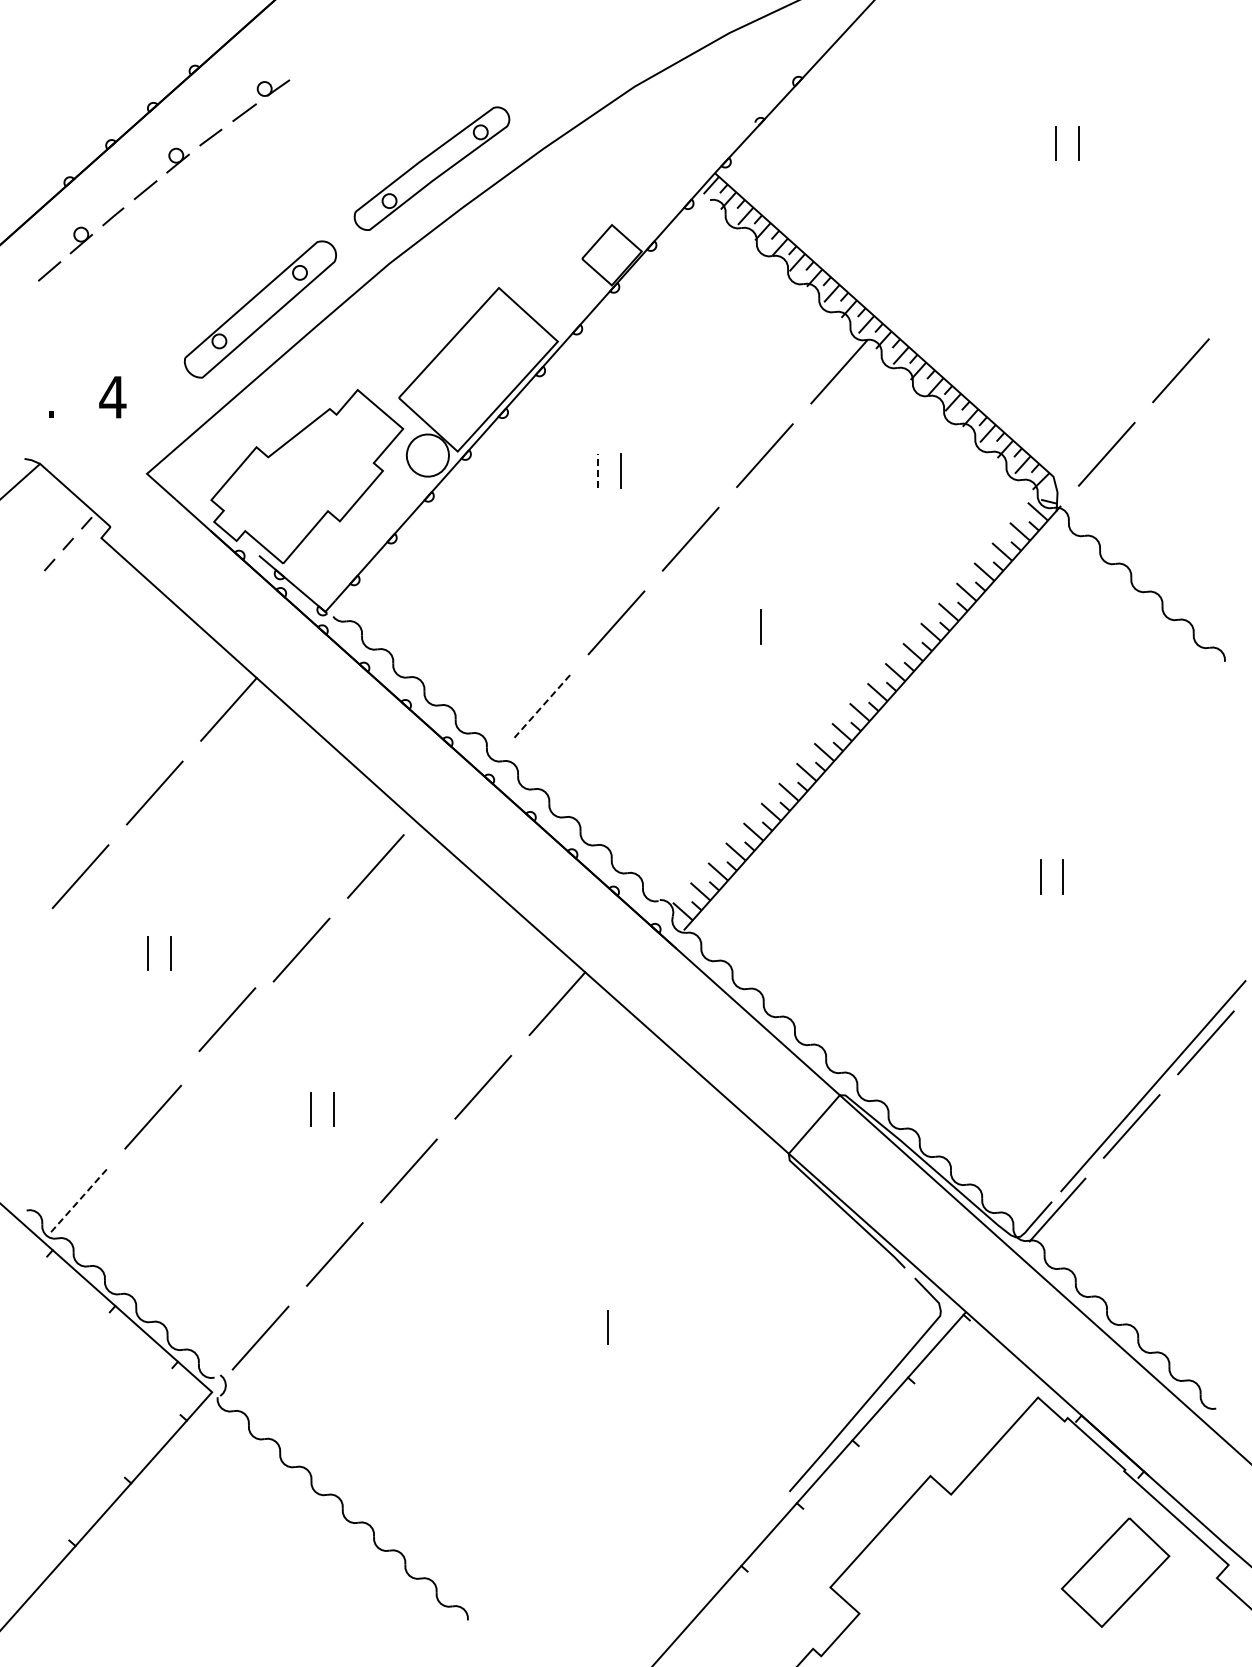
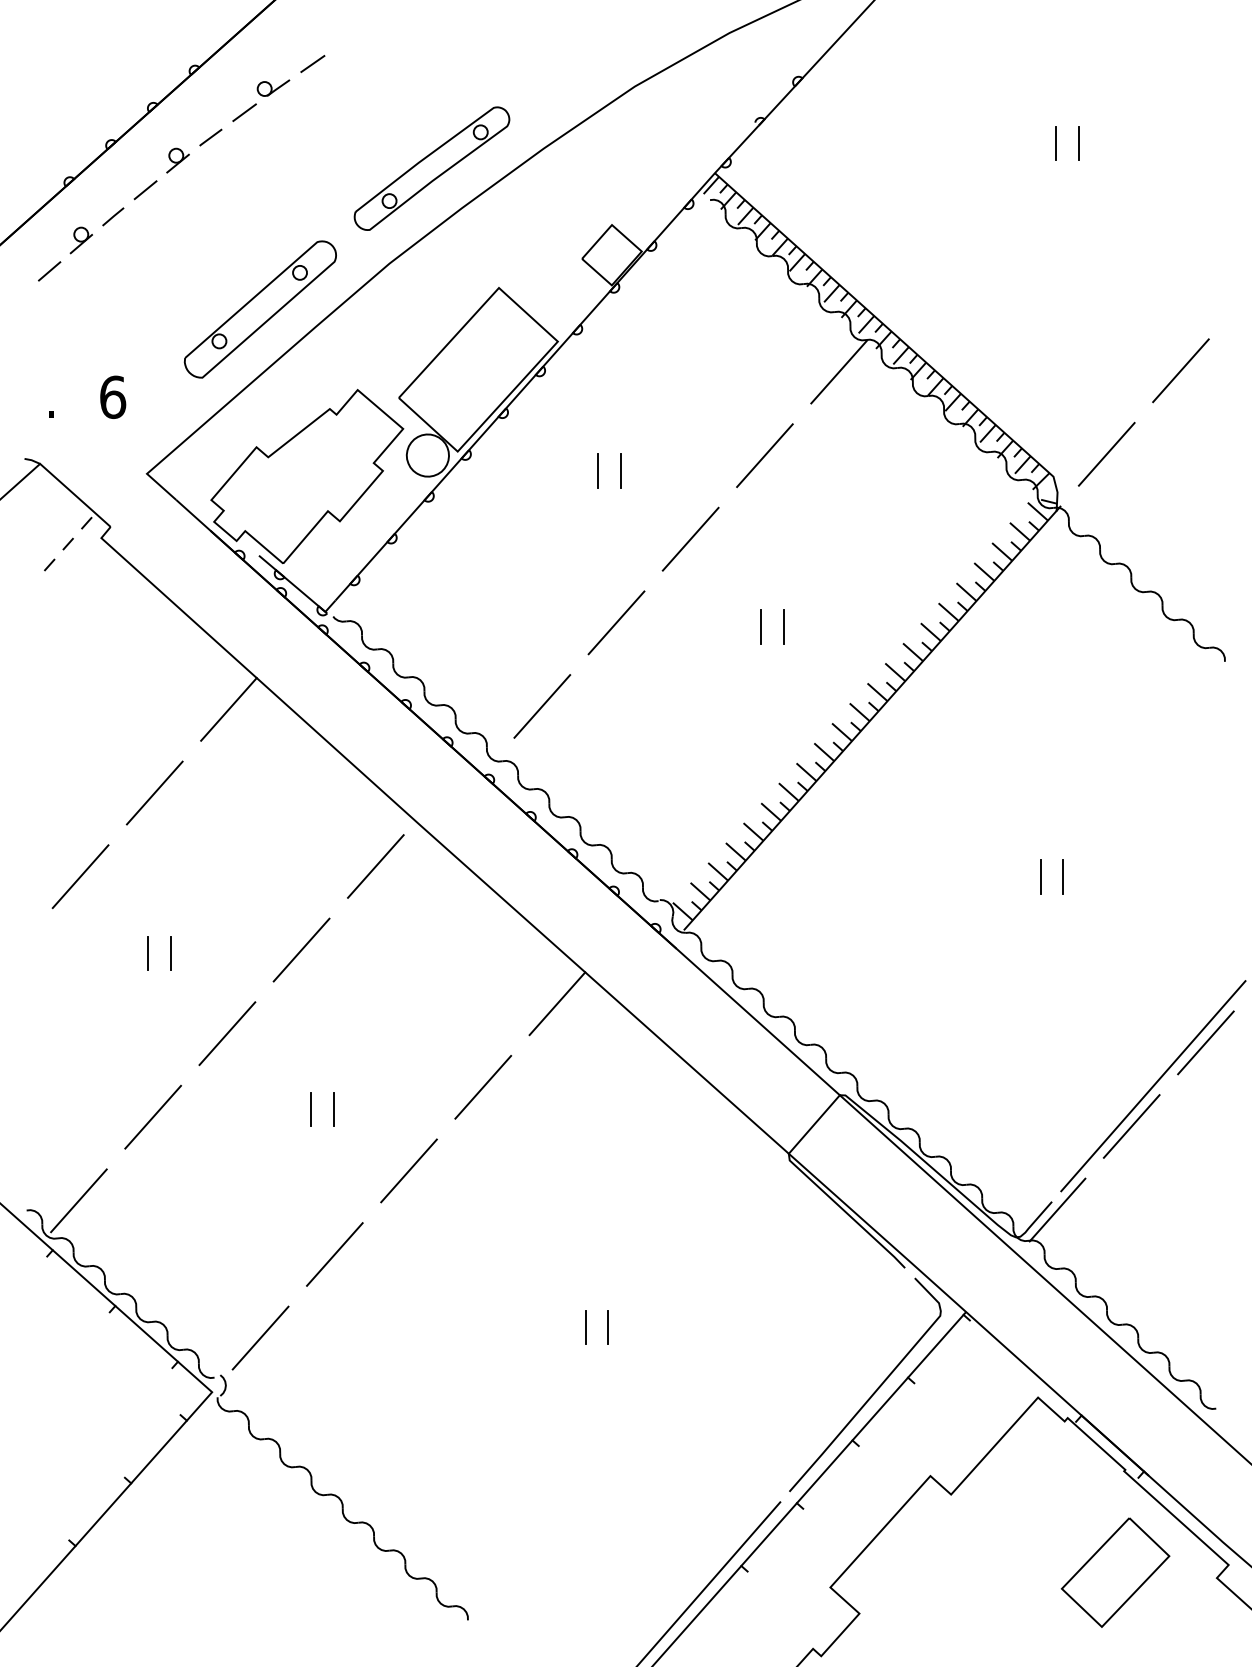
line at (312, 64): none -> present
text at (112, 396): 4 -> 6
line at (598, 470): dashed -> solid
line at (783, 626): none -> present
line at (542, 706): dashed -> solid
line at (227, 1019) position: (227, 1019) -> (227, 1033)
line at (78, 1200): dashed -> solid
line at (586, 1327): none -> present
line at (709, 1582): none -> present
